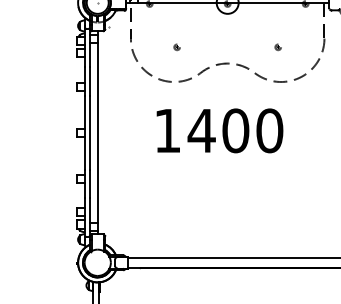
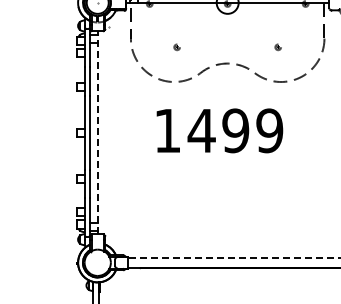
text at (252, 130): 1400 -> 1499
line at (98, 132): solid -> dashed
line at (233, 257): solid -> dashed
